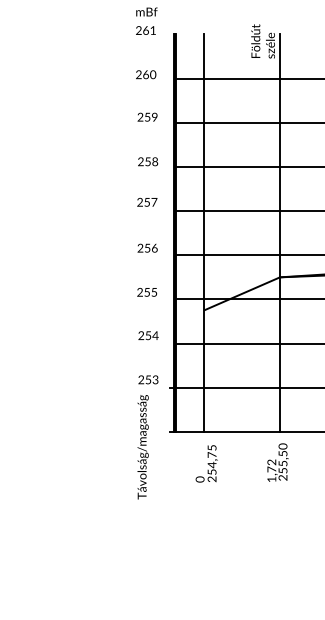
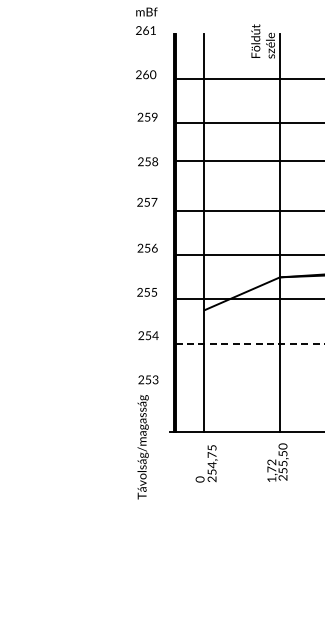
line at (248, 166) position: (248, 166) -> (248, 160)
line at (250, 343): solid -> dashed
line at (245, 387): present -> none
